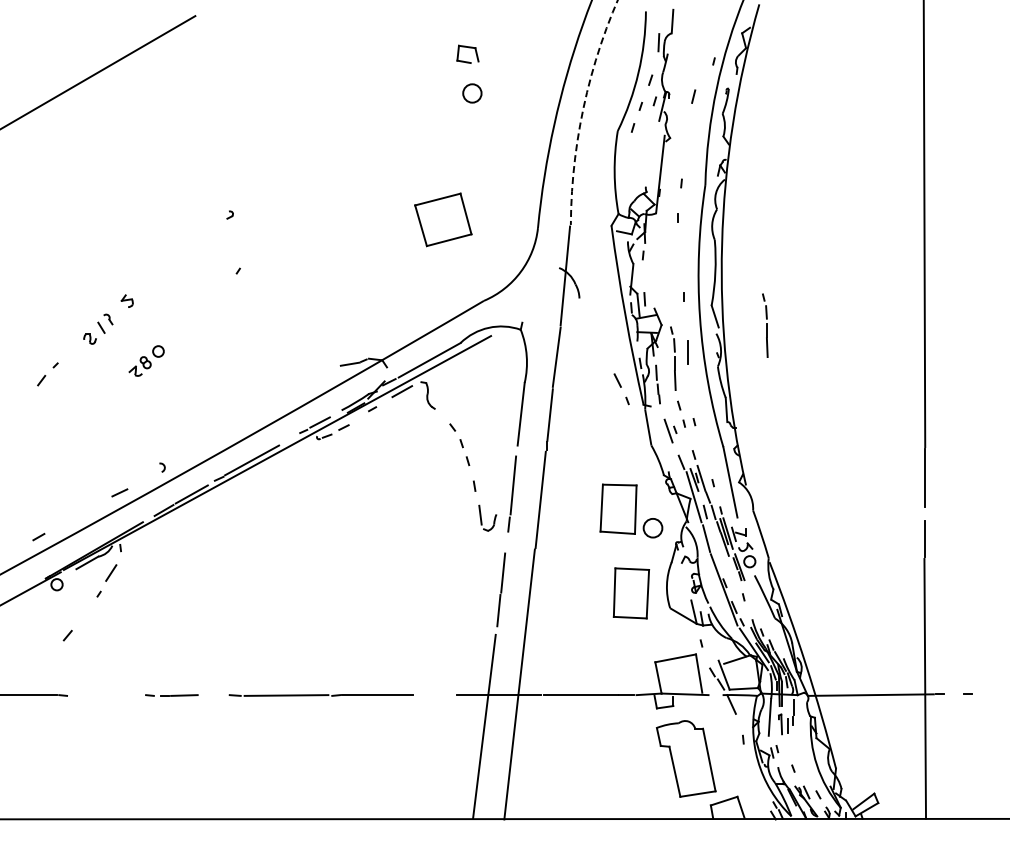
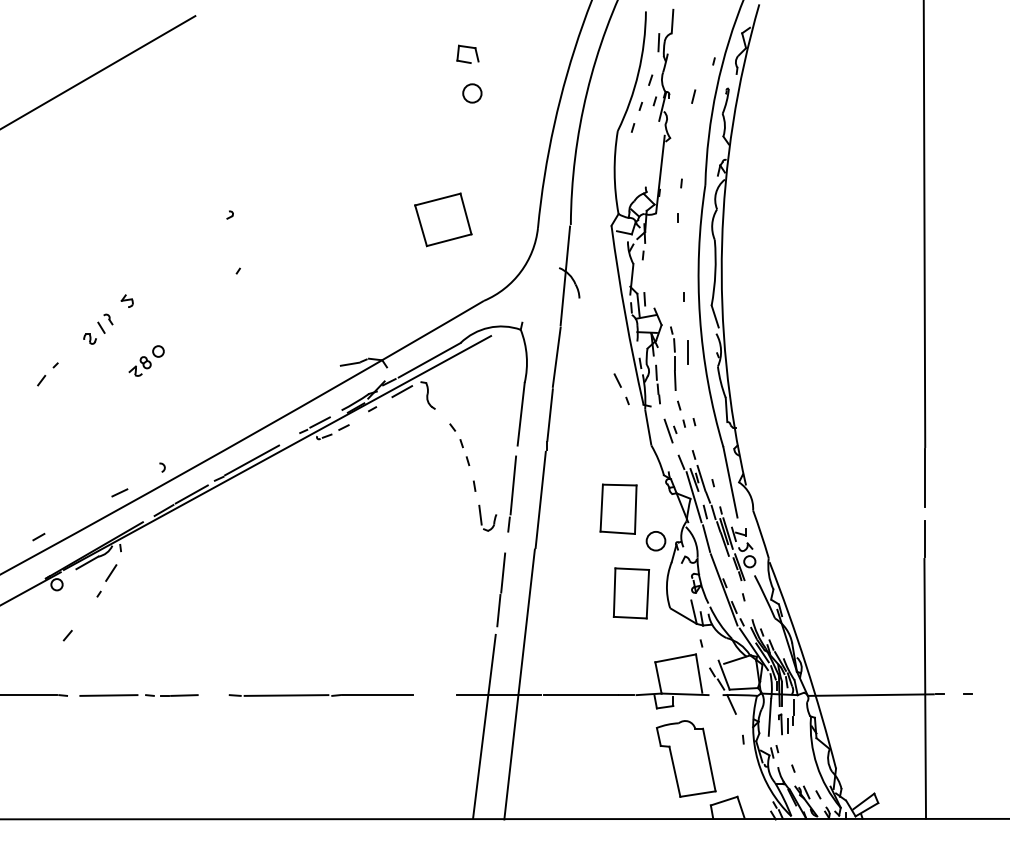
arc at (583, 110): dashed -> solid
part at (765, 325): present -> none
circle at (652, 528) position: (652, 528) -> (655, 541)
line at (108, 695): none -> present
